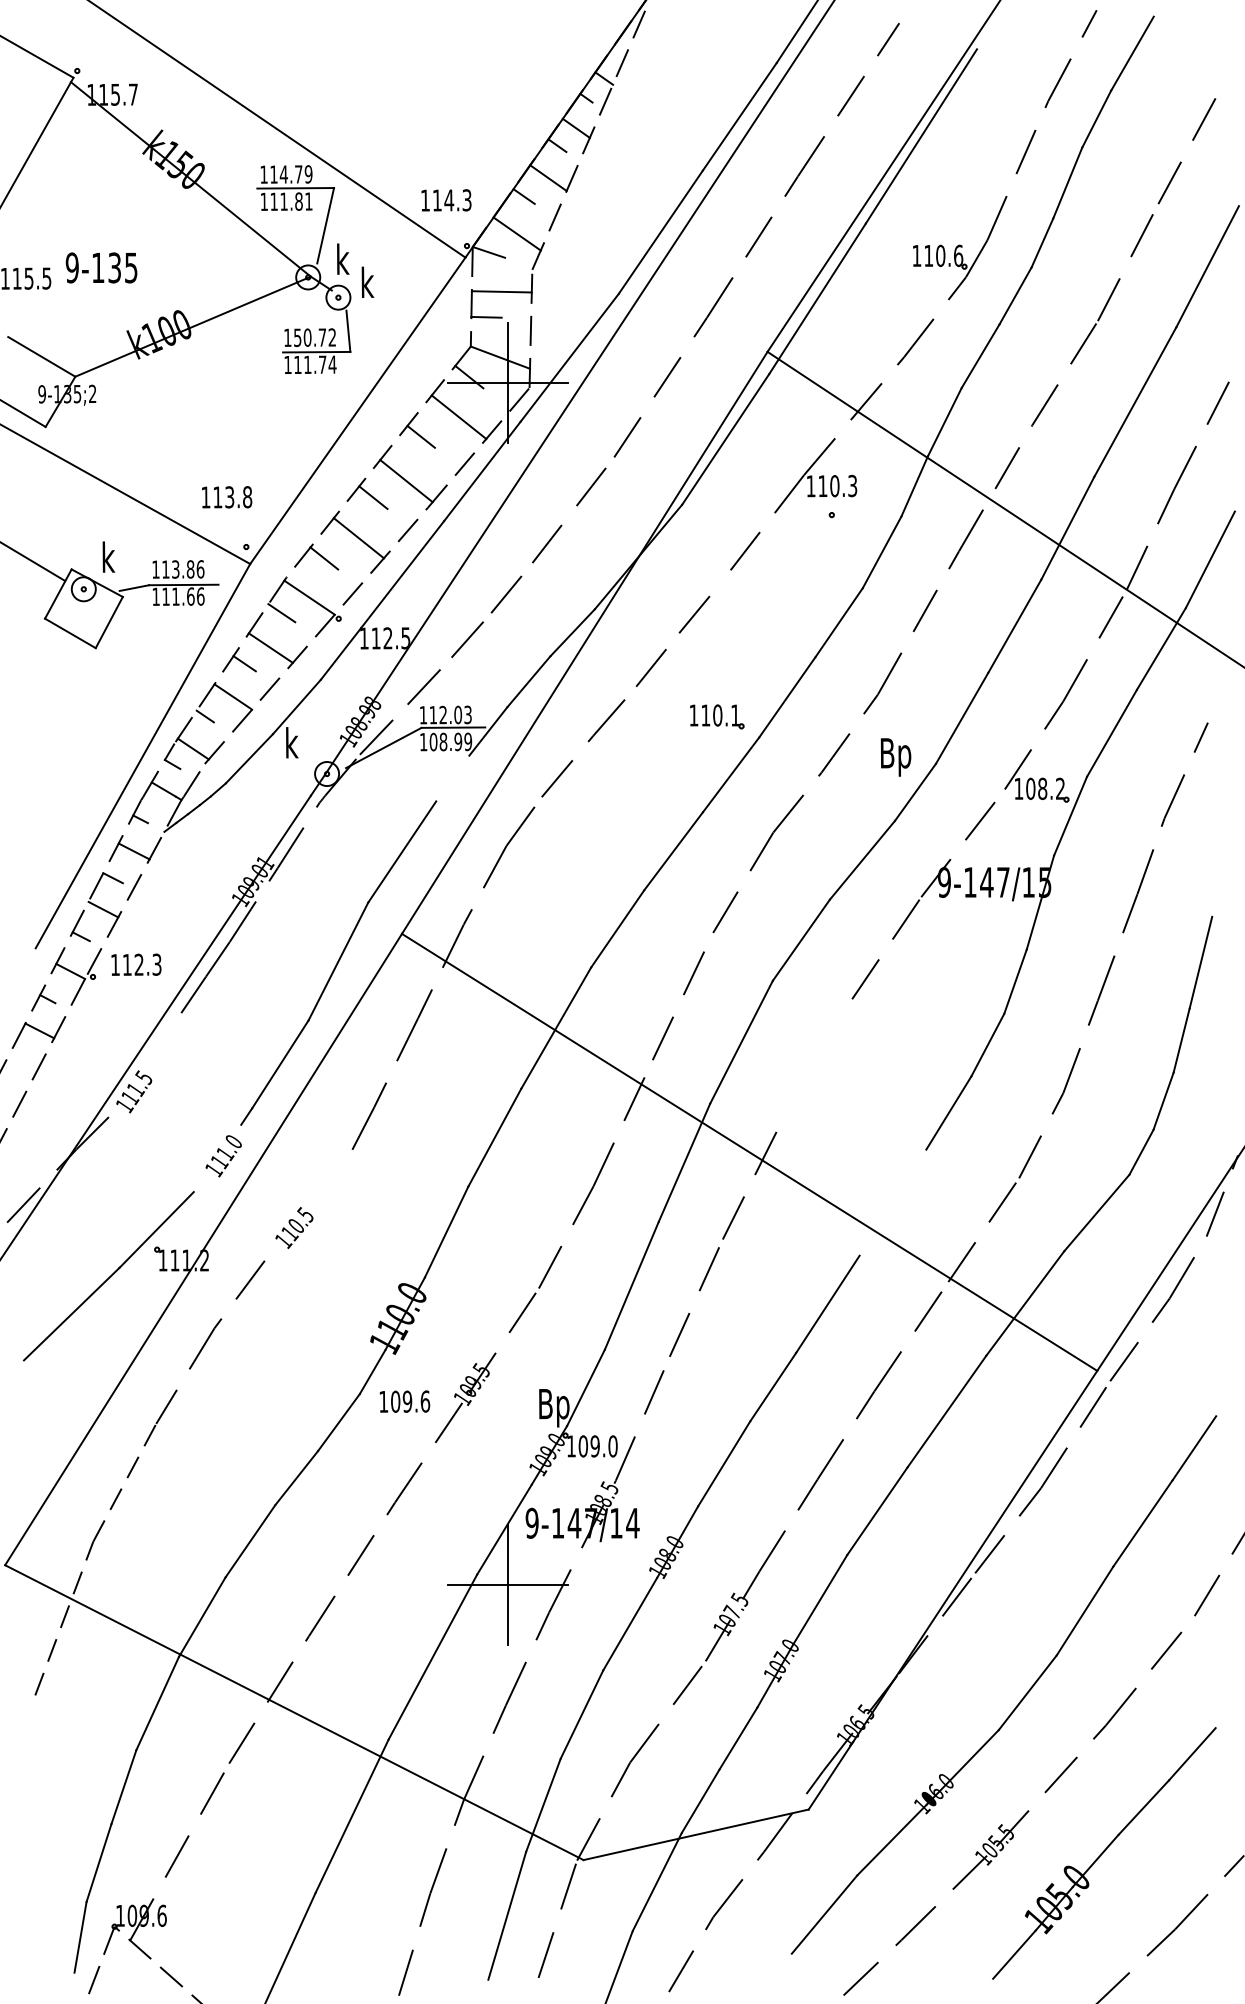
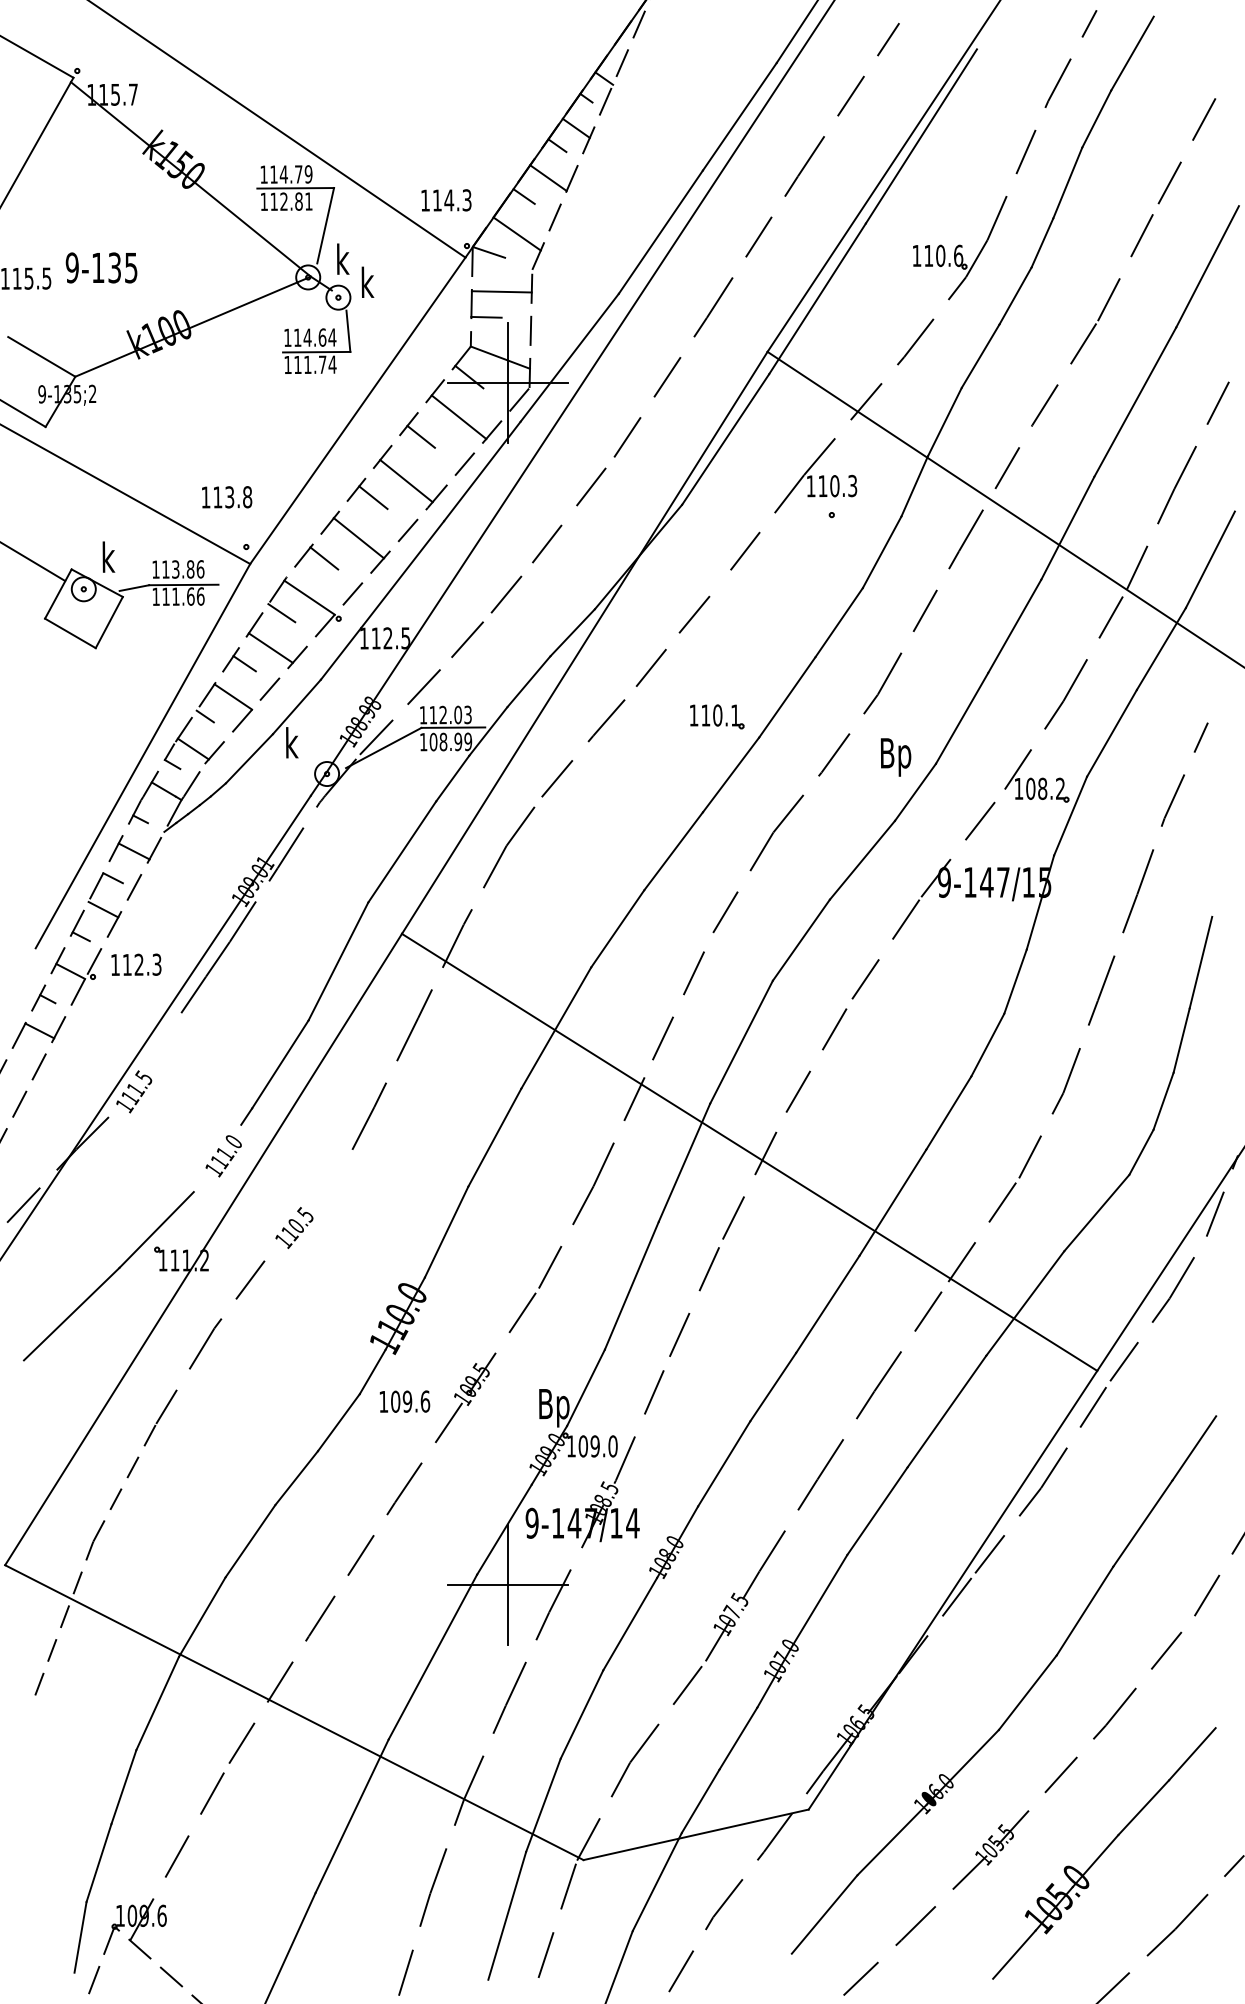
text at (283, 201): 111.81 -> 112.81
text at (315, 337): 150.72 -> 114.64
line at (452, 778): none -> present
line at (822, 1050): none -> present
line at (892, 1202): none -> present
